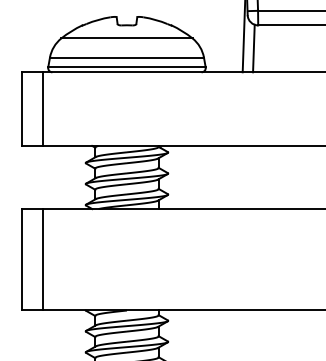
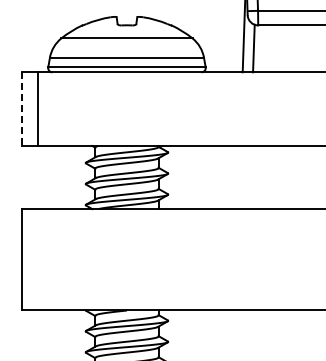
line at (42, 108) position: (42, 108) -> (37, 108)
line at (21, 109): solid -> dashed
line at (42, 259): present -> none
